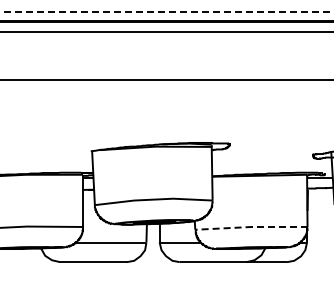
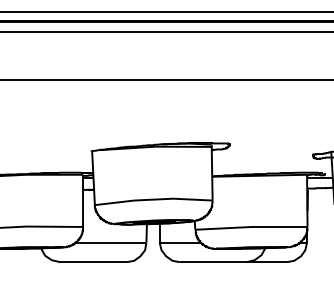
line at (166, 12): dashed -> solid
line at (251, 226): dashed -> solid
